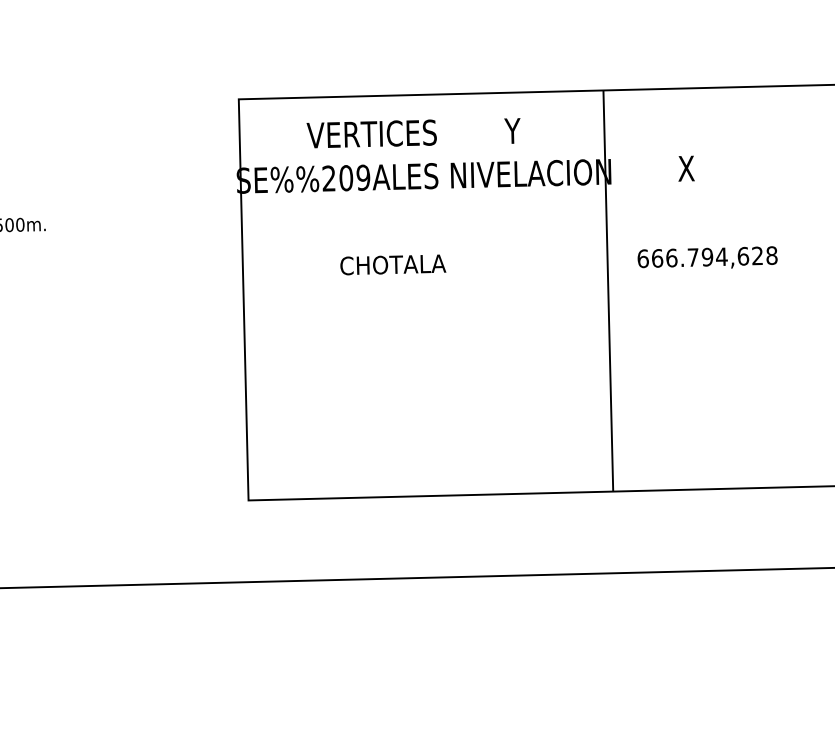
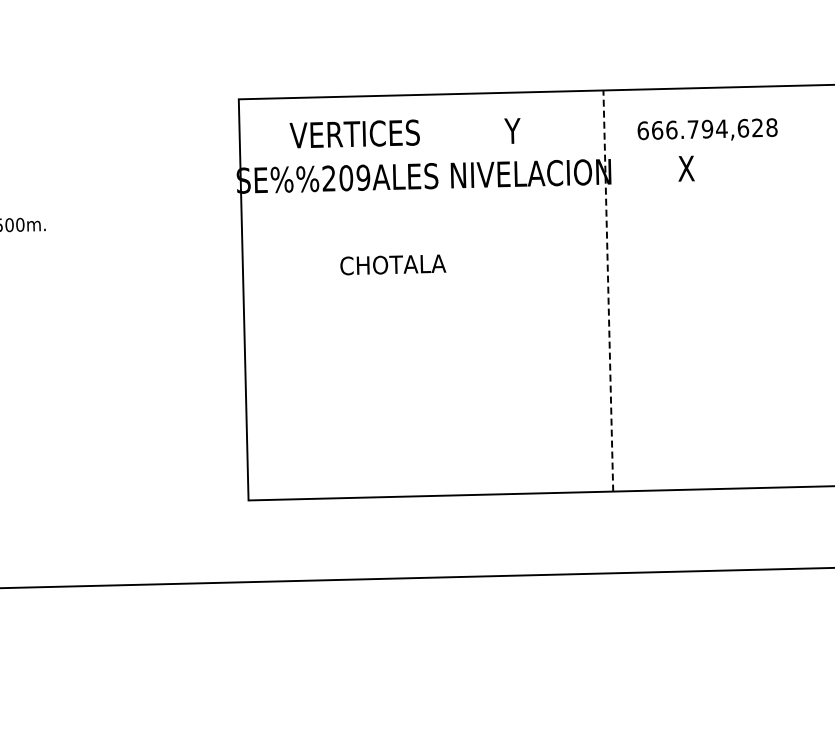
text at (371, 133) position: (371, 133) -> (354, 133)
text at (707, 257) position: (707, 257) -> (707, 129)
line at (608, 291): solid -> dashed
